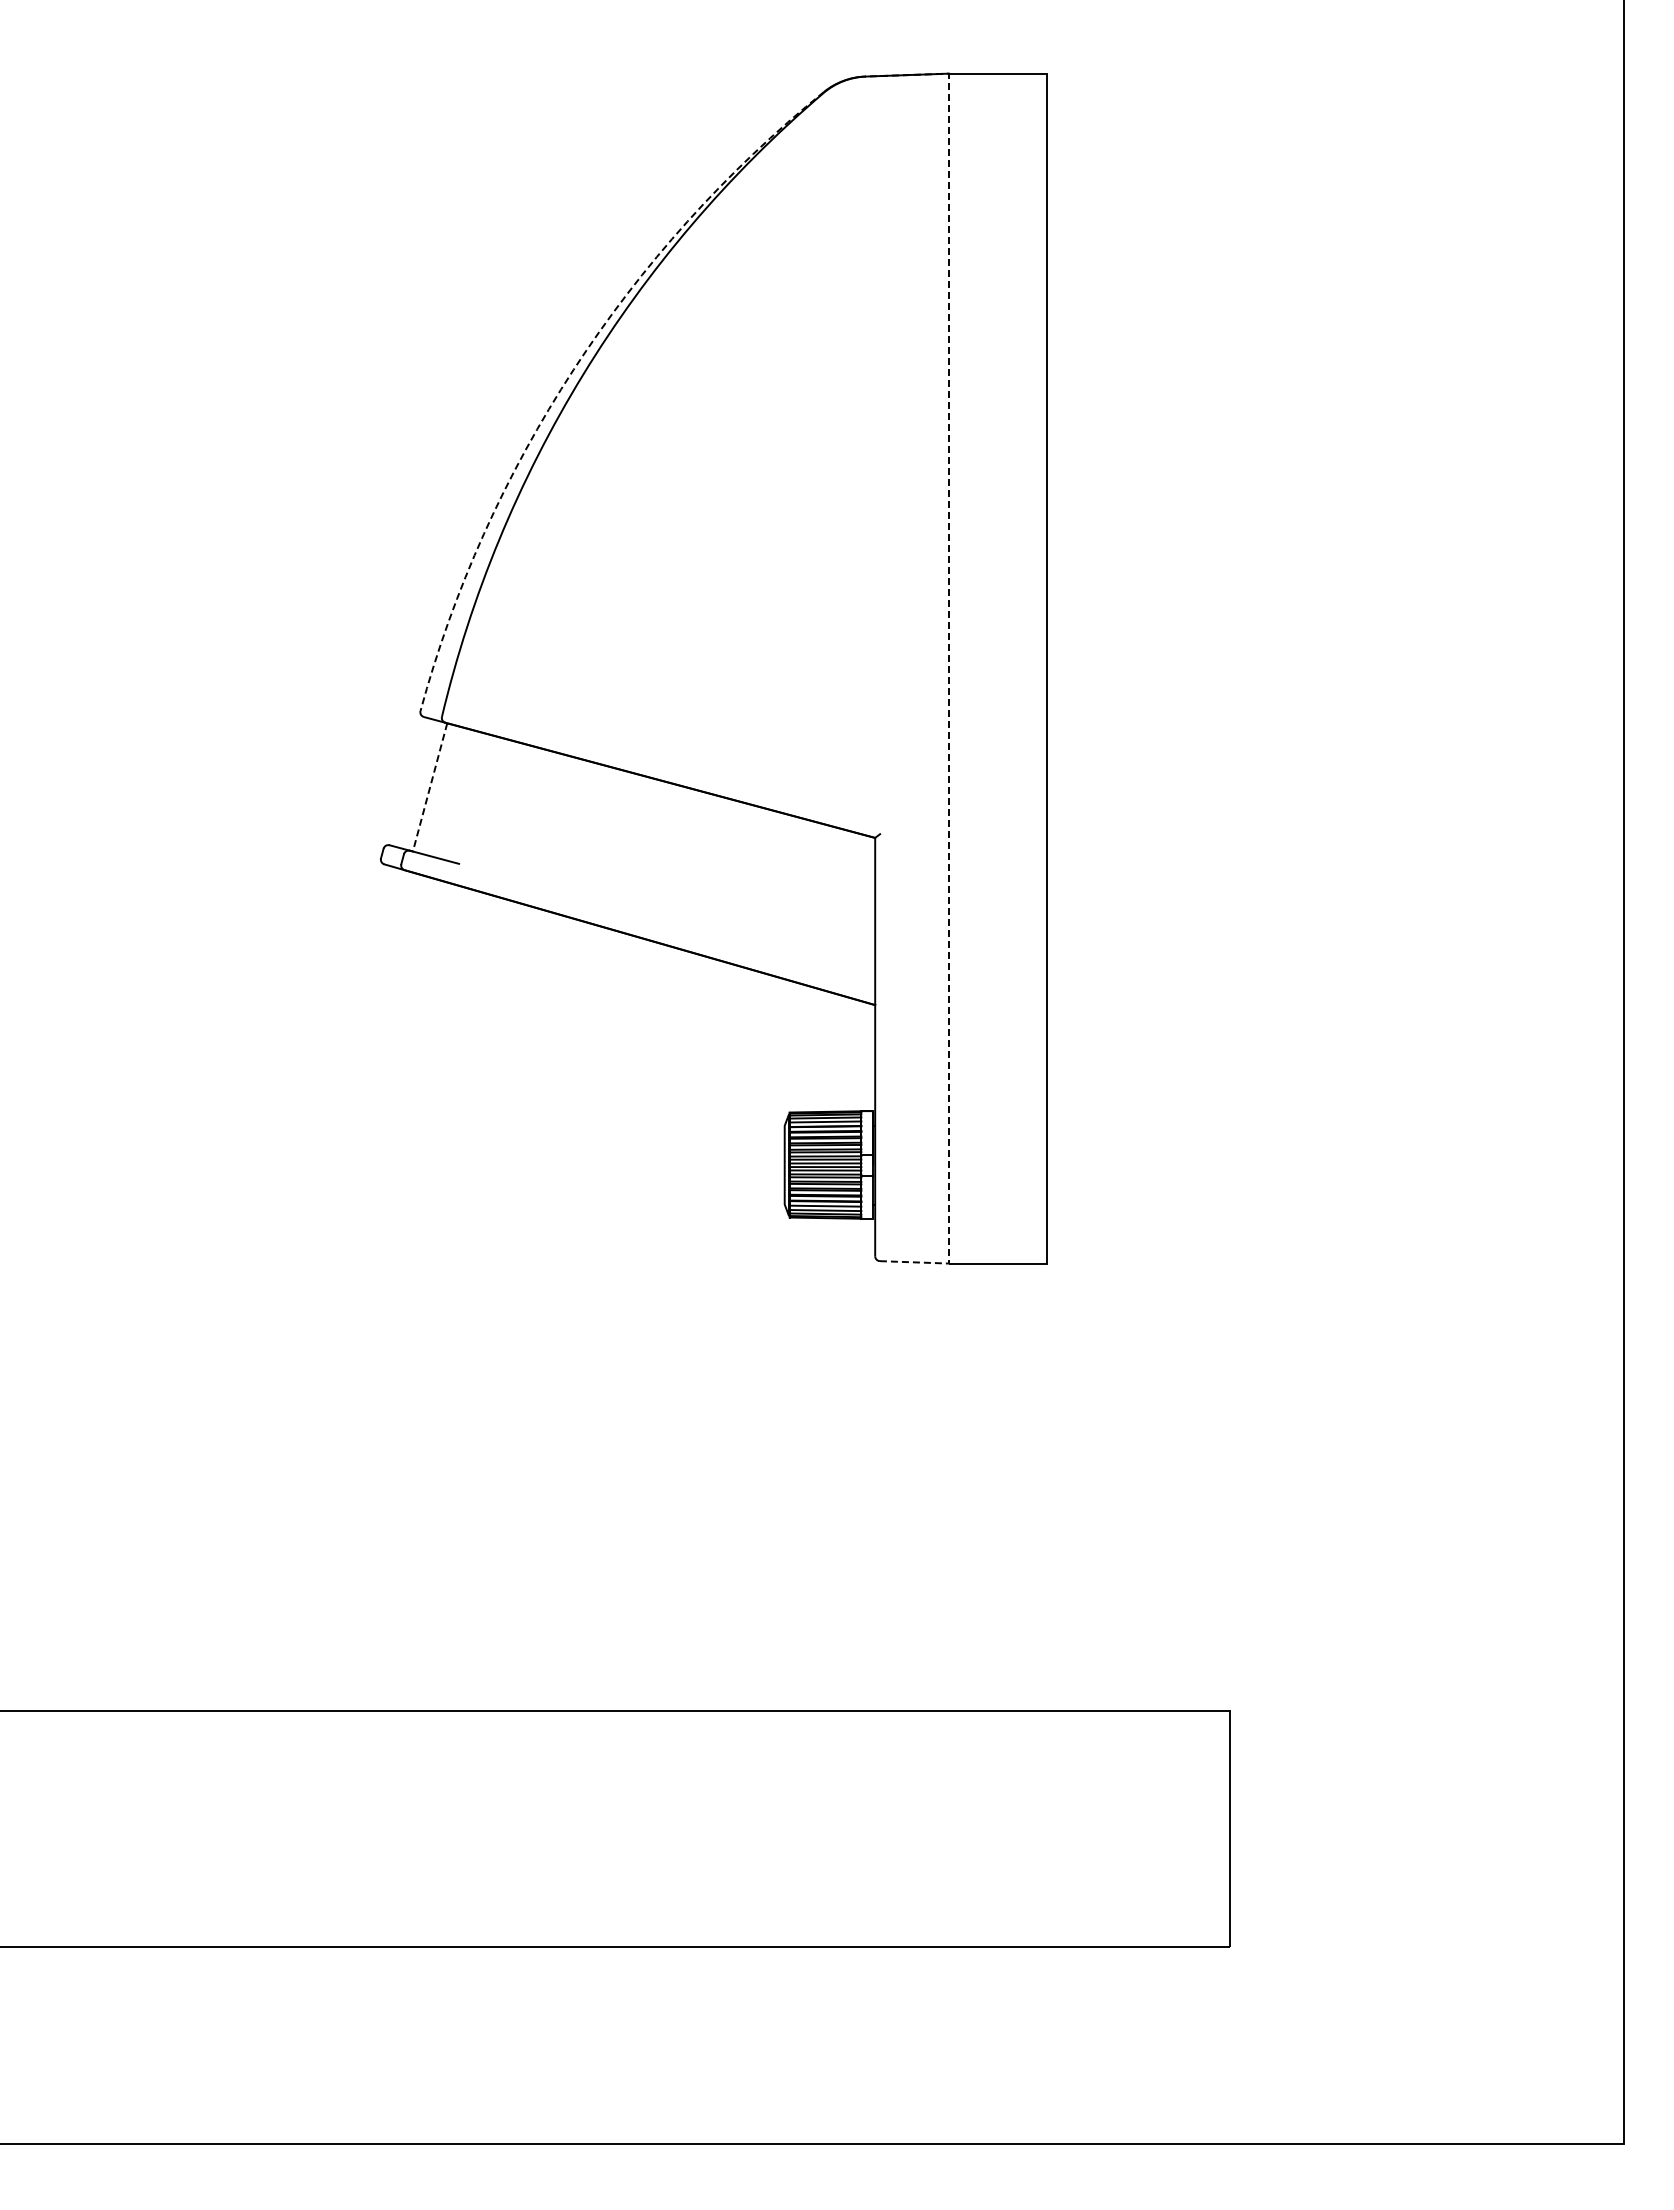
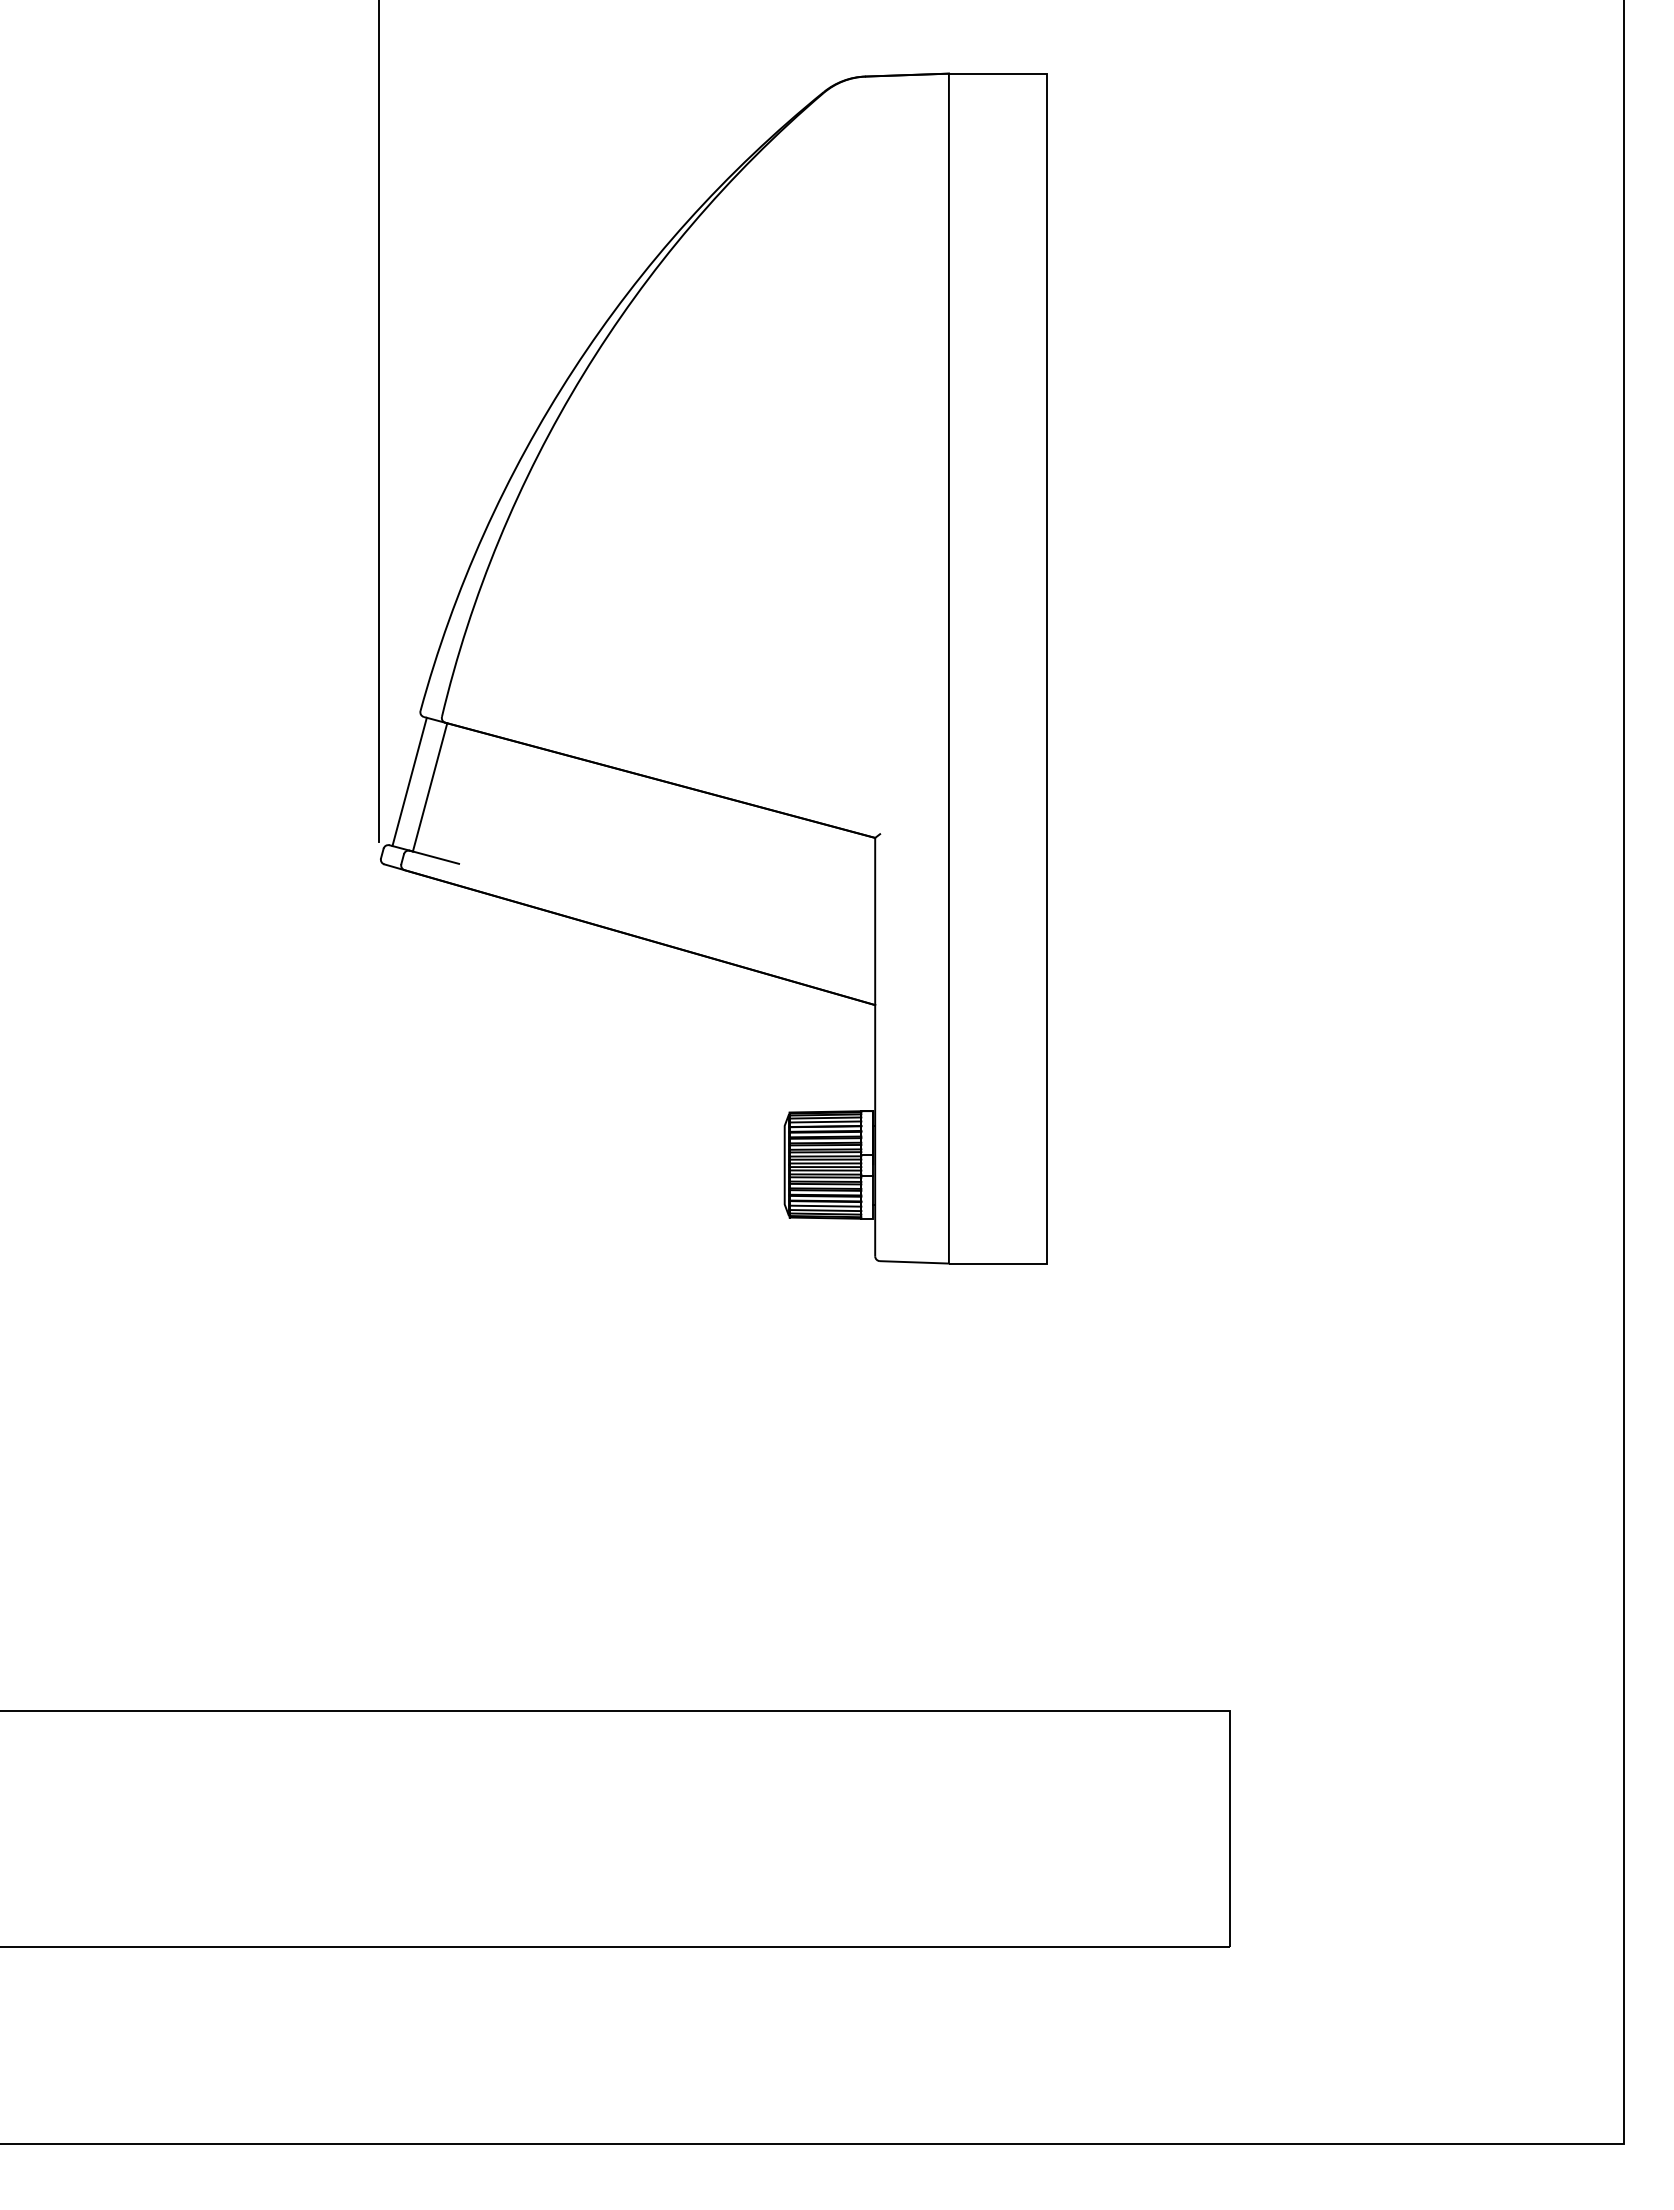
arc at (573, 369): dashed -> solid
line at (378, 422): none -> present
line at (948, 661): dashed -> solid
line at (409, 781): none -> present
line at (429, 787): dashed -> solid
